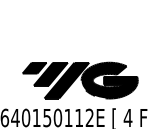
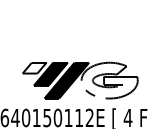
fill at (34, 67): present -> none
fill at (109, 80): present -> none
